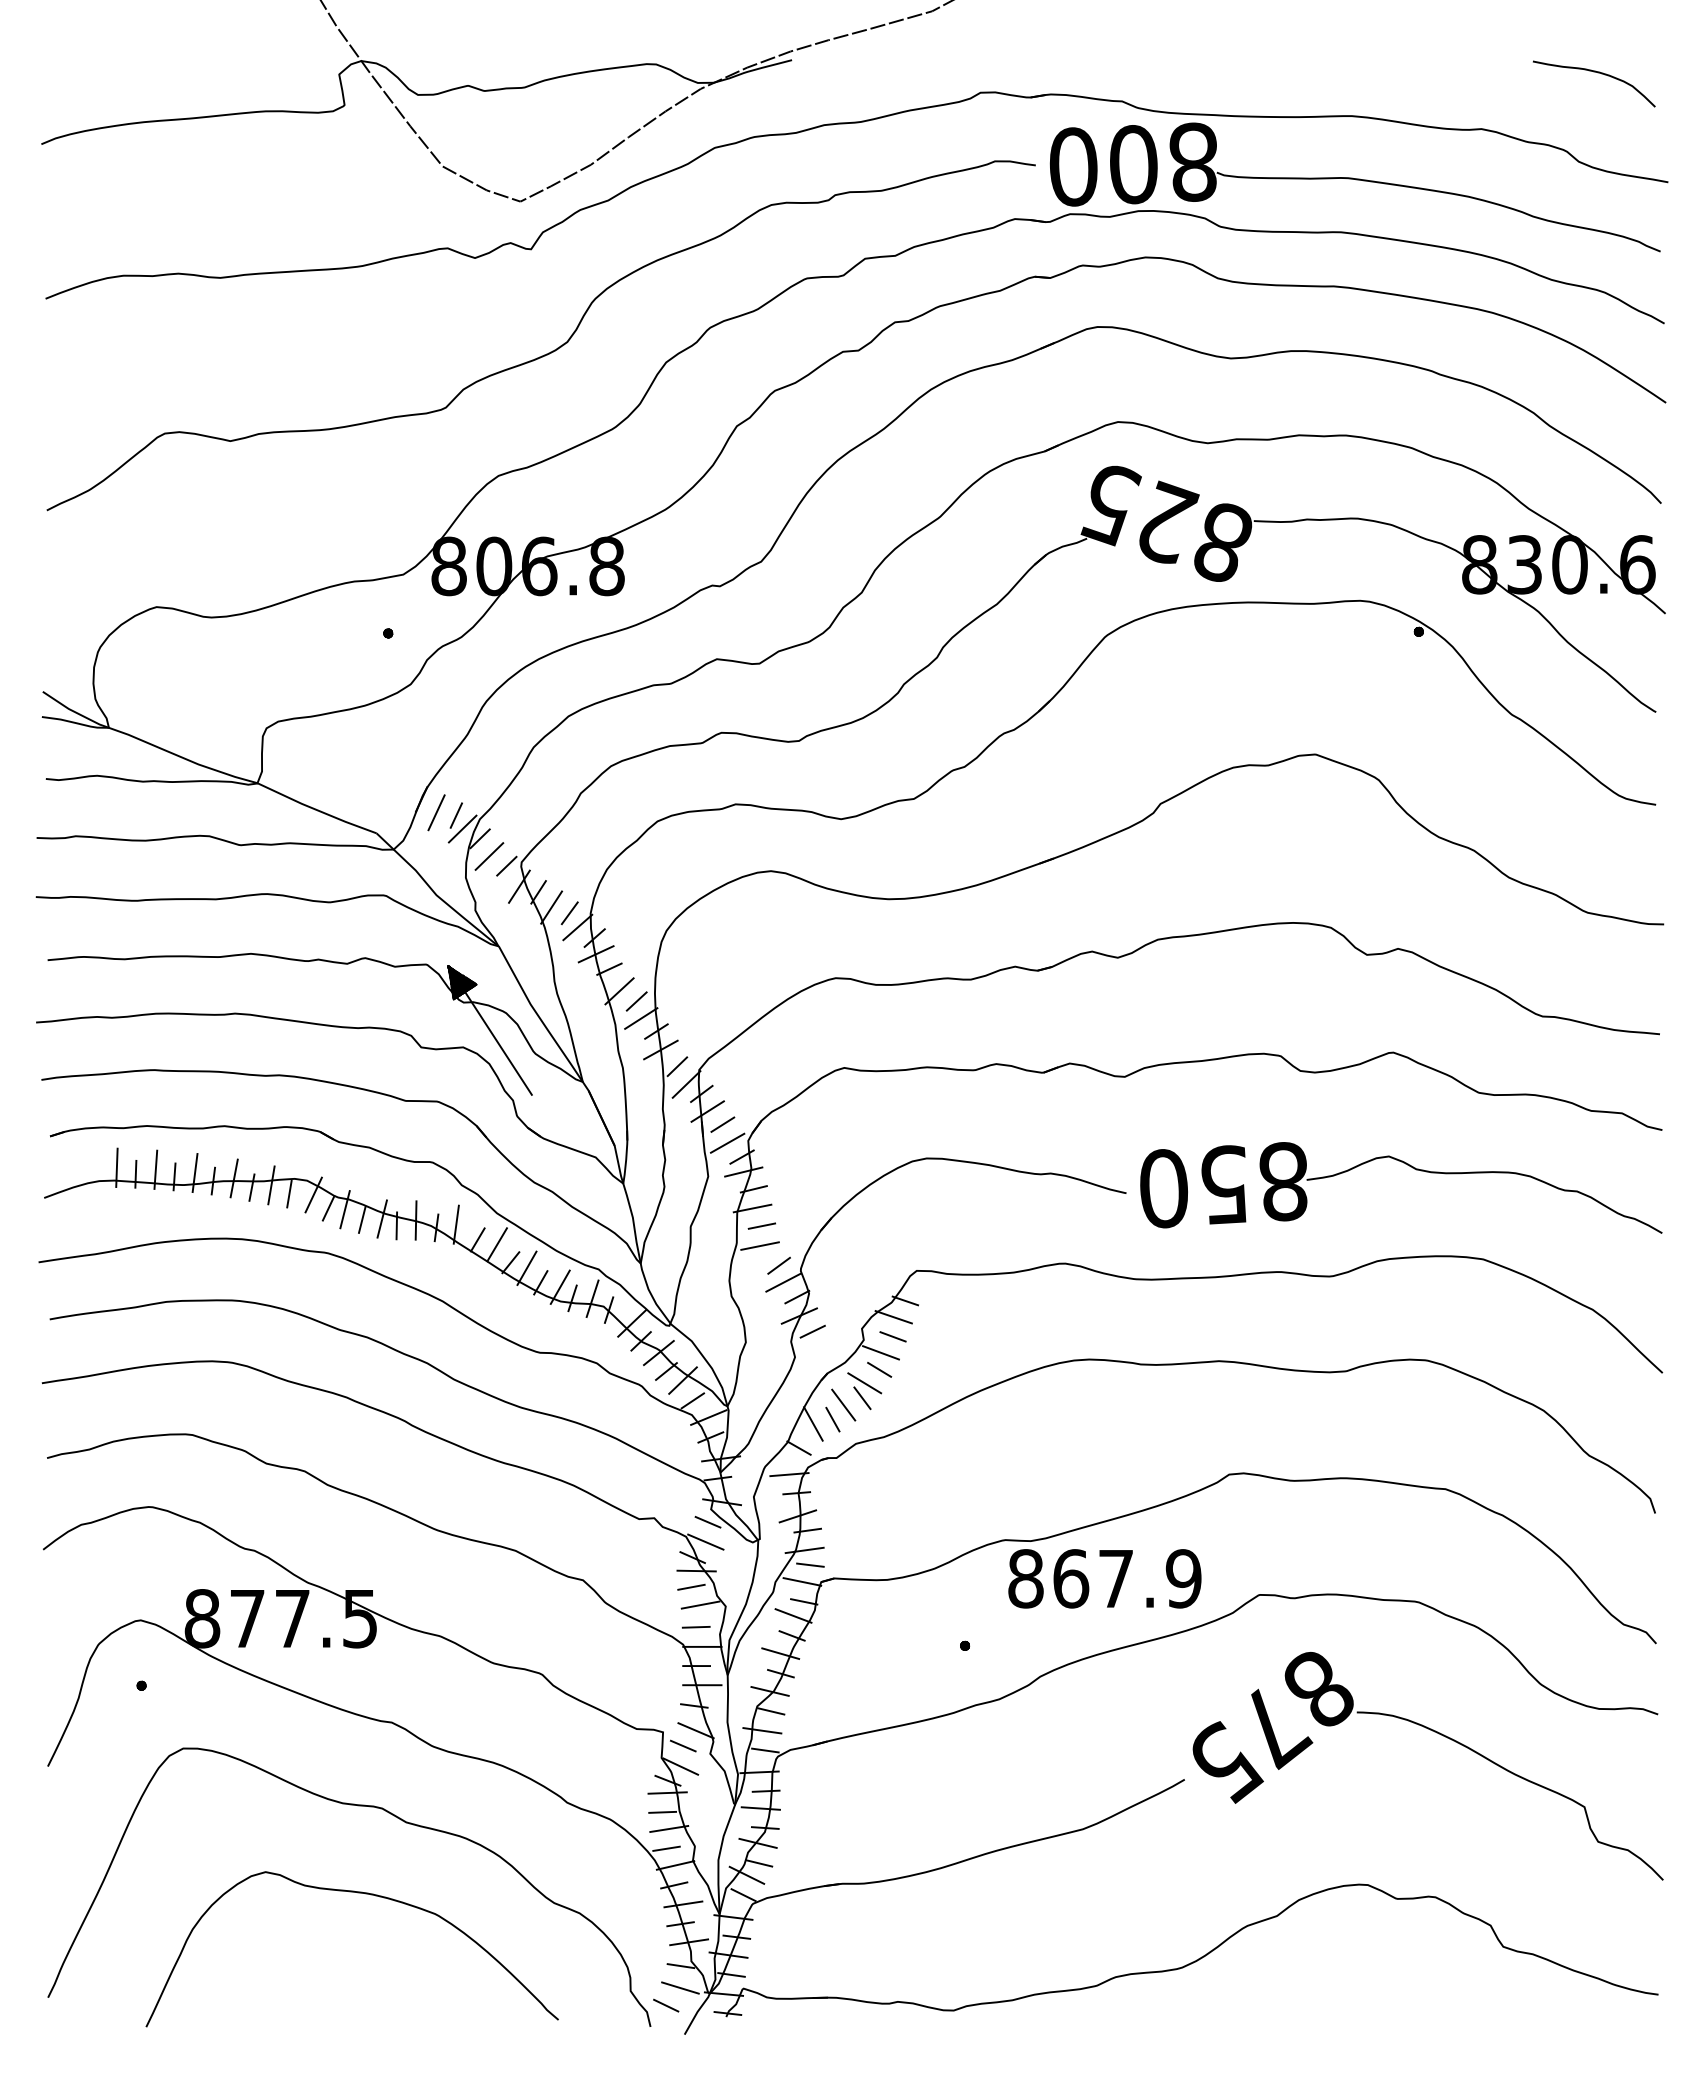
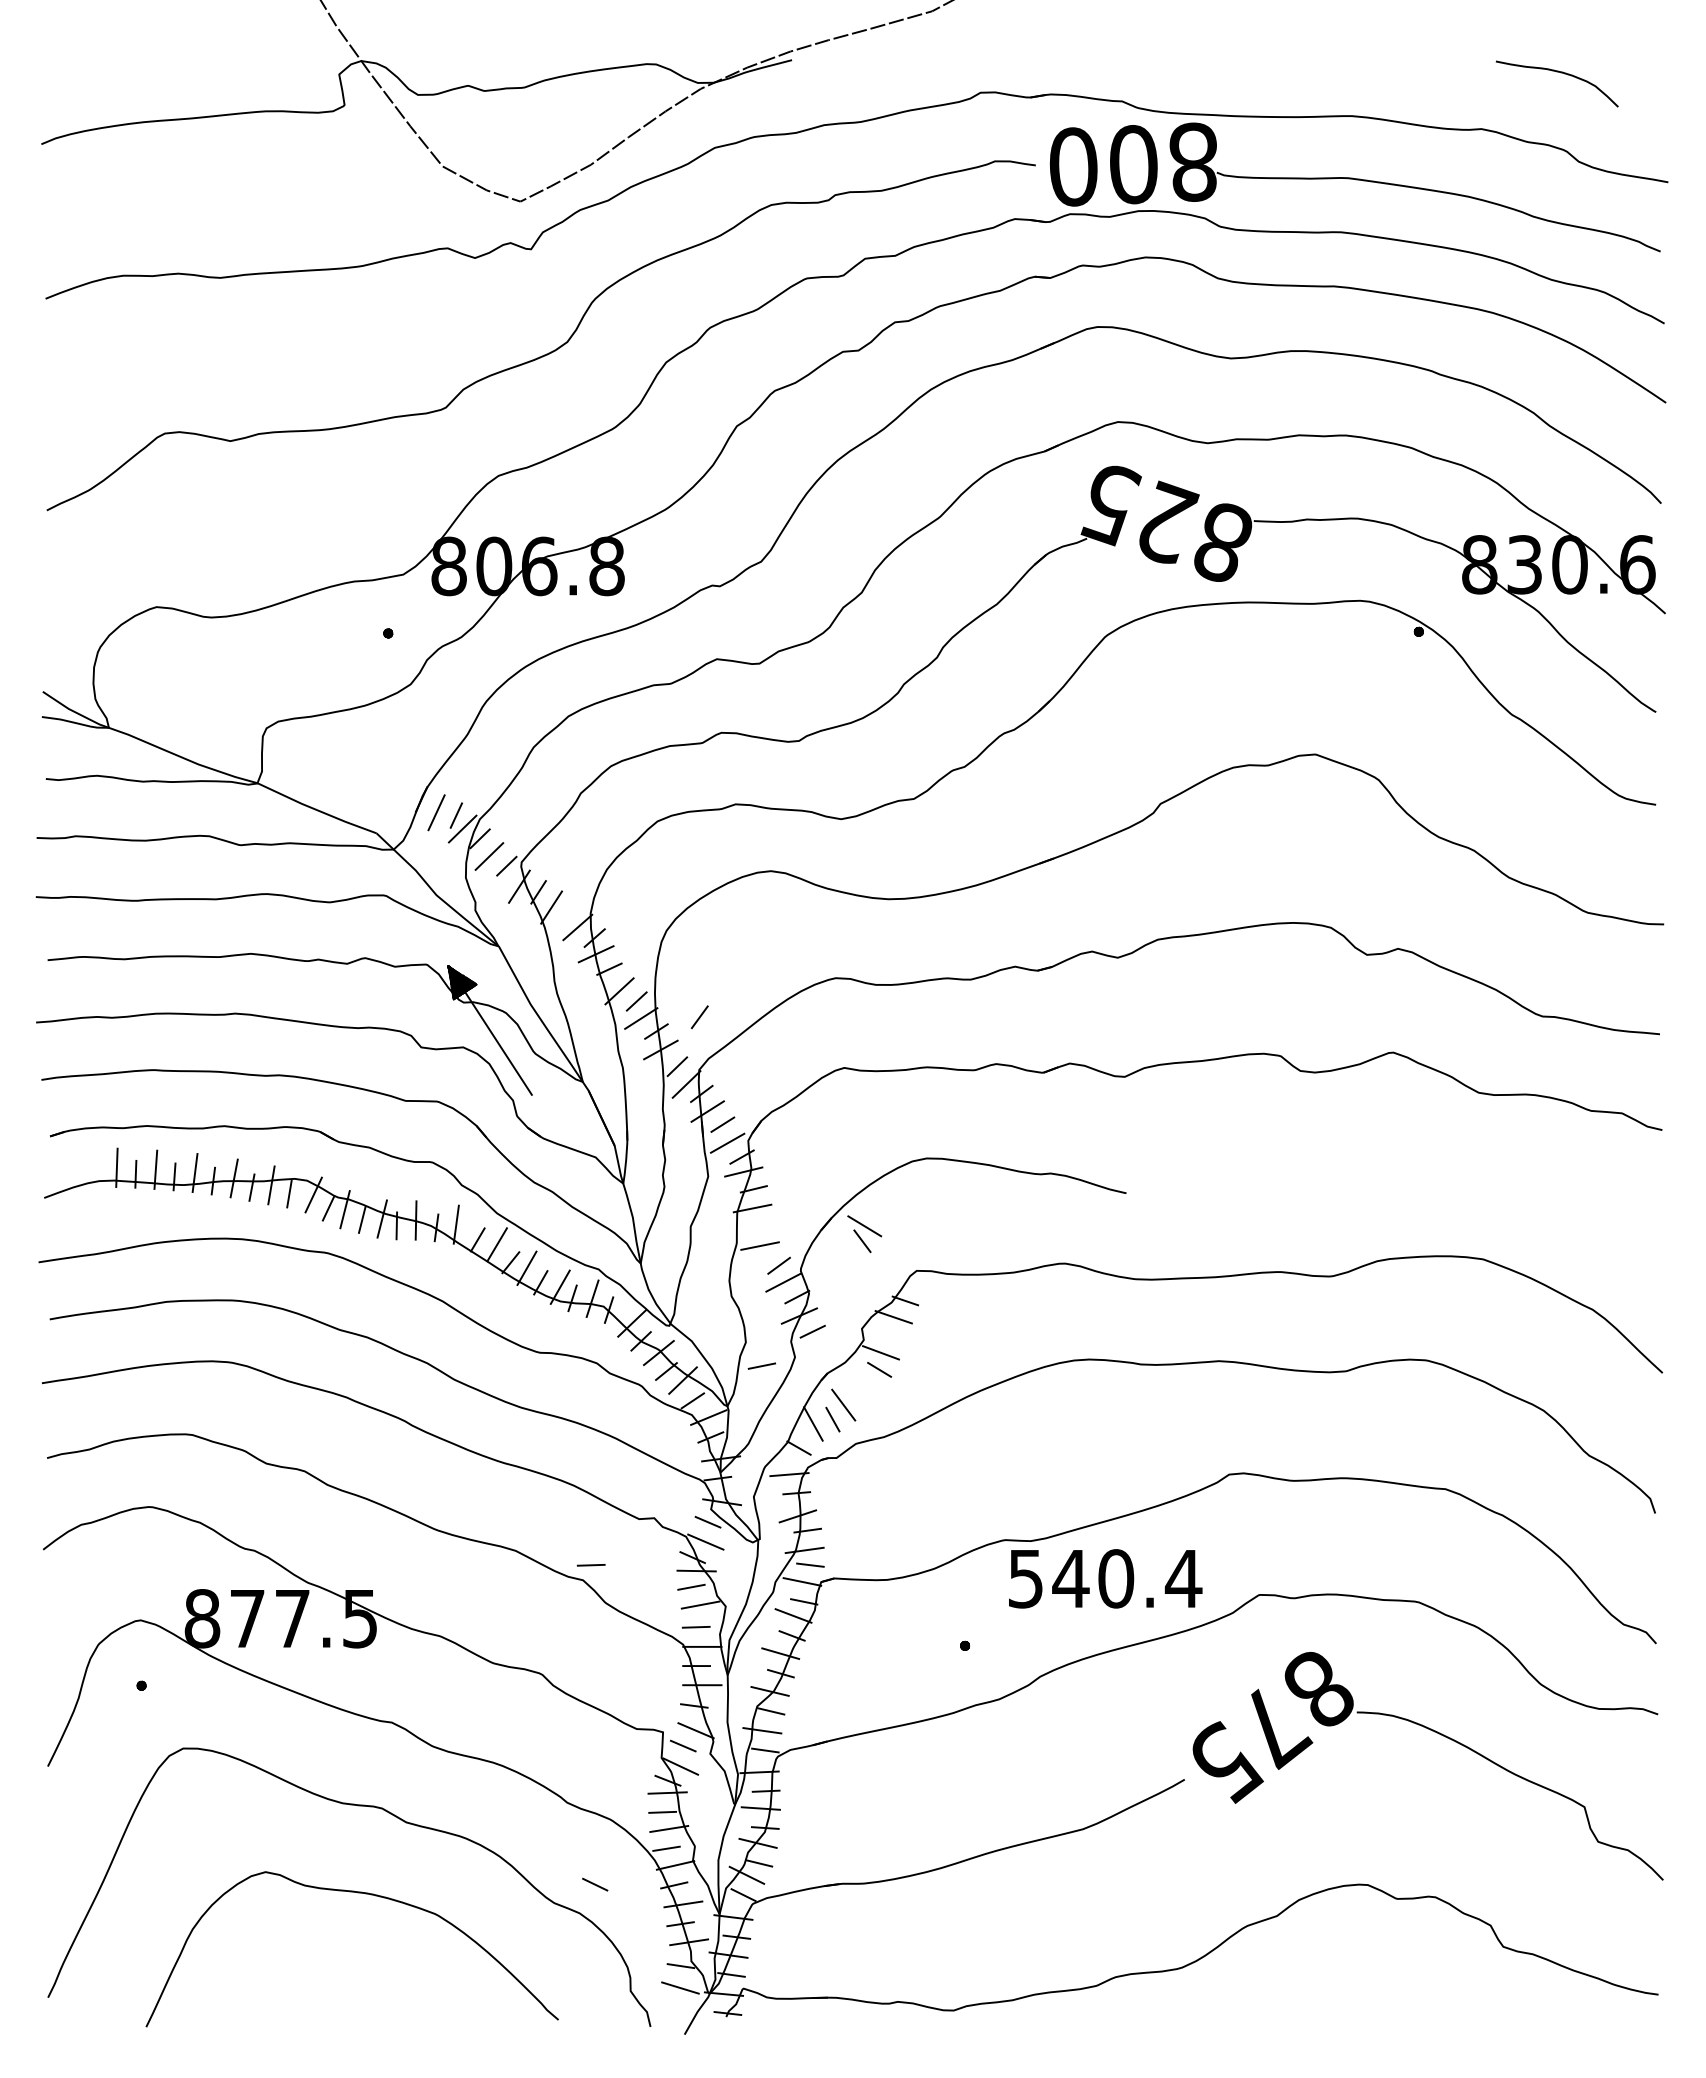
curve at (1597, 73) position: (1597, 73) -> (1560, 73)
line at (569, 913) position: (569, 913) -> (699, 1017)
part at (1412, 1168): present -> none
line at (761, 1225) position: (761, 1225) -> (761, 1365)
line at (892, 1336): present -> none
part at (864, 1391) position: (864, 1391) -> (864, 1234)
line at (590, 1565): none -> present
text at (1105, 1578): 867.9 -> 540.4
line at (666, 2005) position: (666, 2005) -> (595, 1884)
